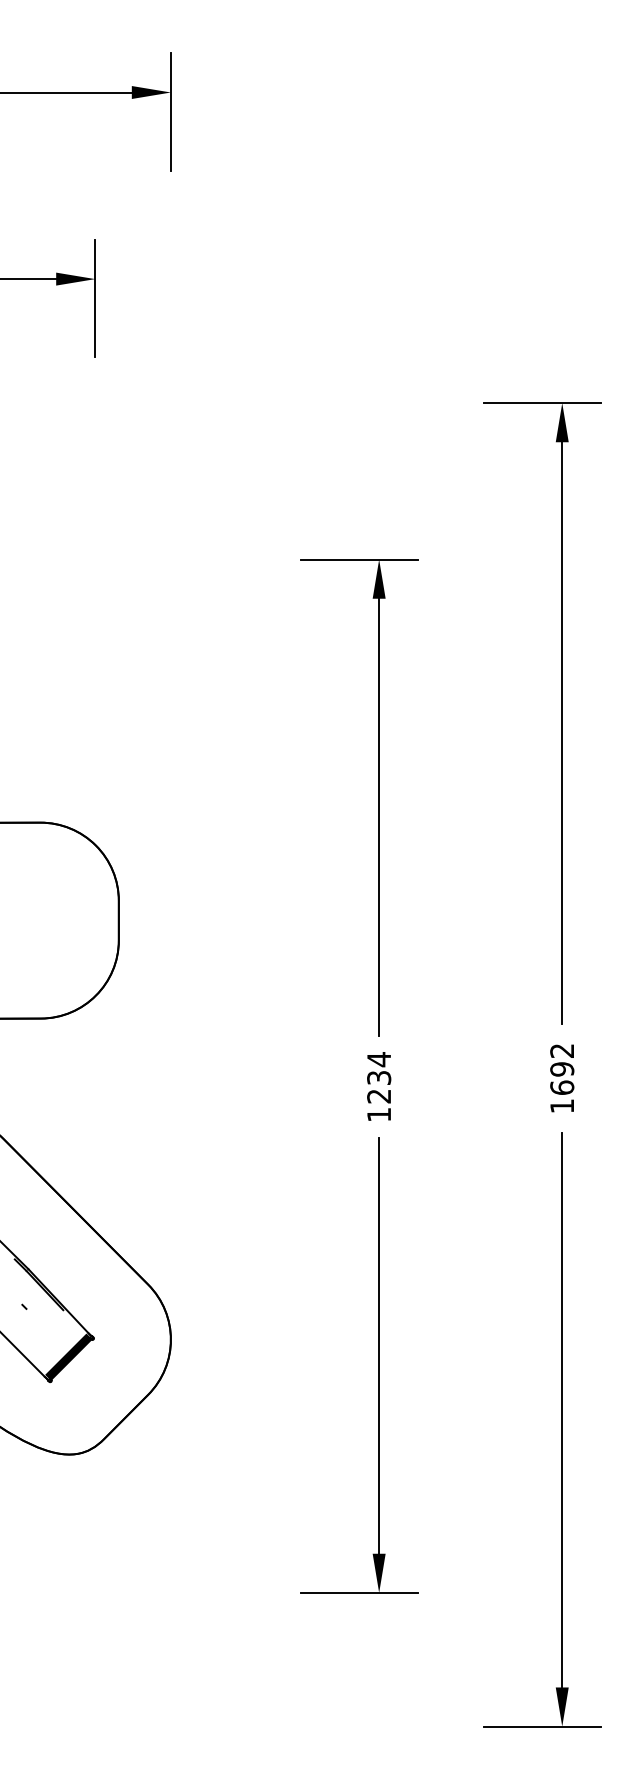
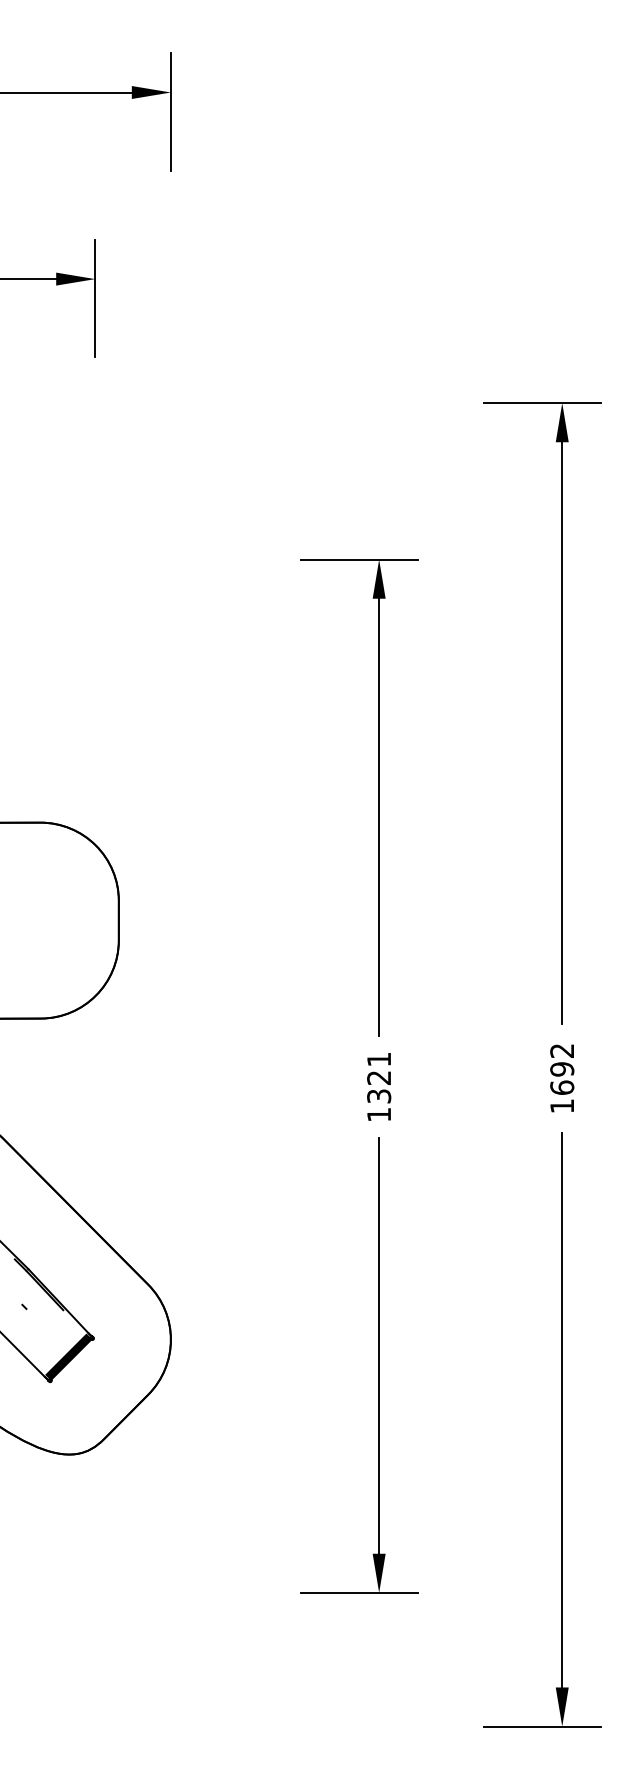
text at (379, 1077): 1234 -> 1321
